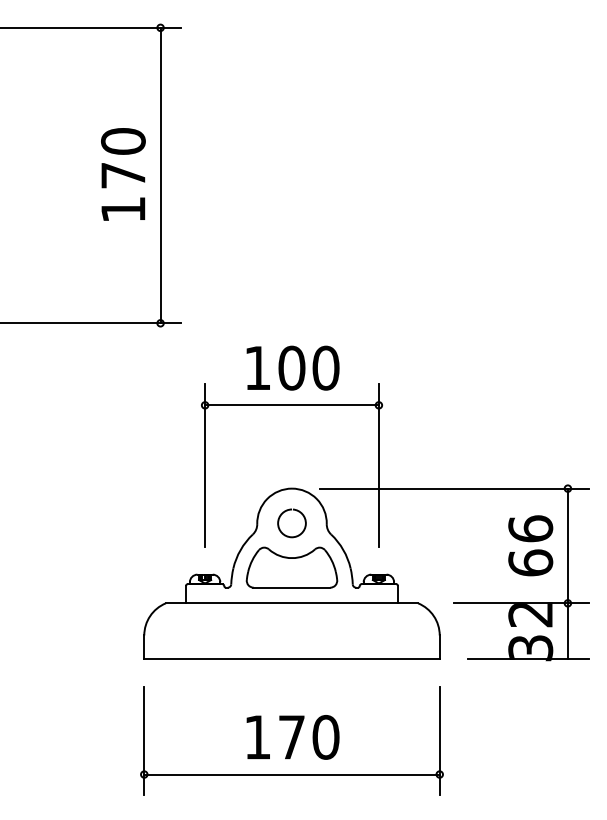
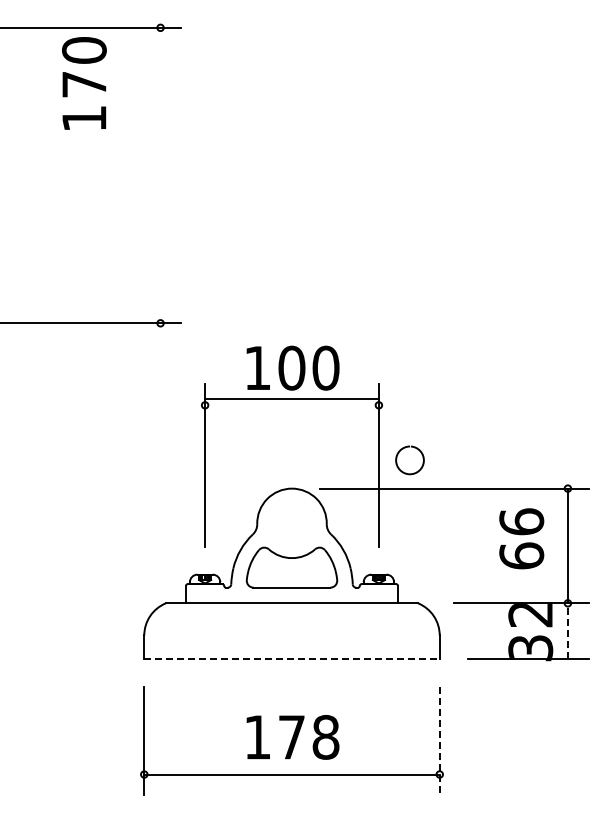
text at (123, 174) position: (123, 174) -> (84, 83)
line at (160, 175): present -> none
line at (291, 405) position: (291, 405) -> (291, 399)
arc at (279, 524) position: (279, 524) -> (397, 461)
text at (530, 545) position: (530, 545) -> (521, 538)
line at (567, 631): solid -> dashed
line at (292, 658): solid -> dashed
text at (325, 737): 170 -> 178
line at (439, 741): solid -> dashed
